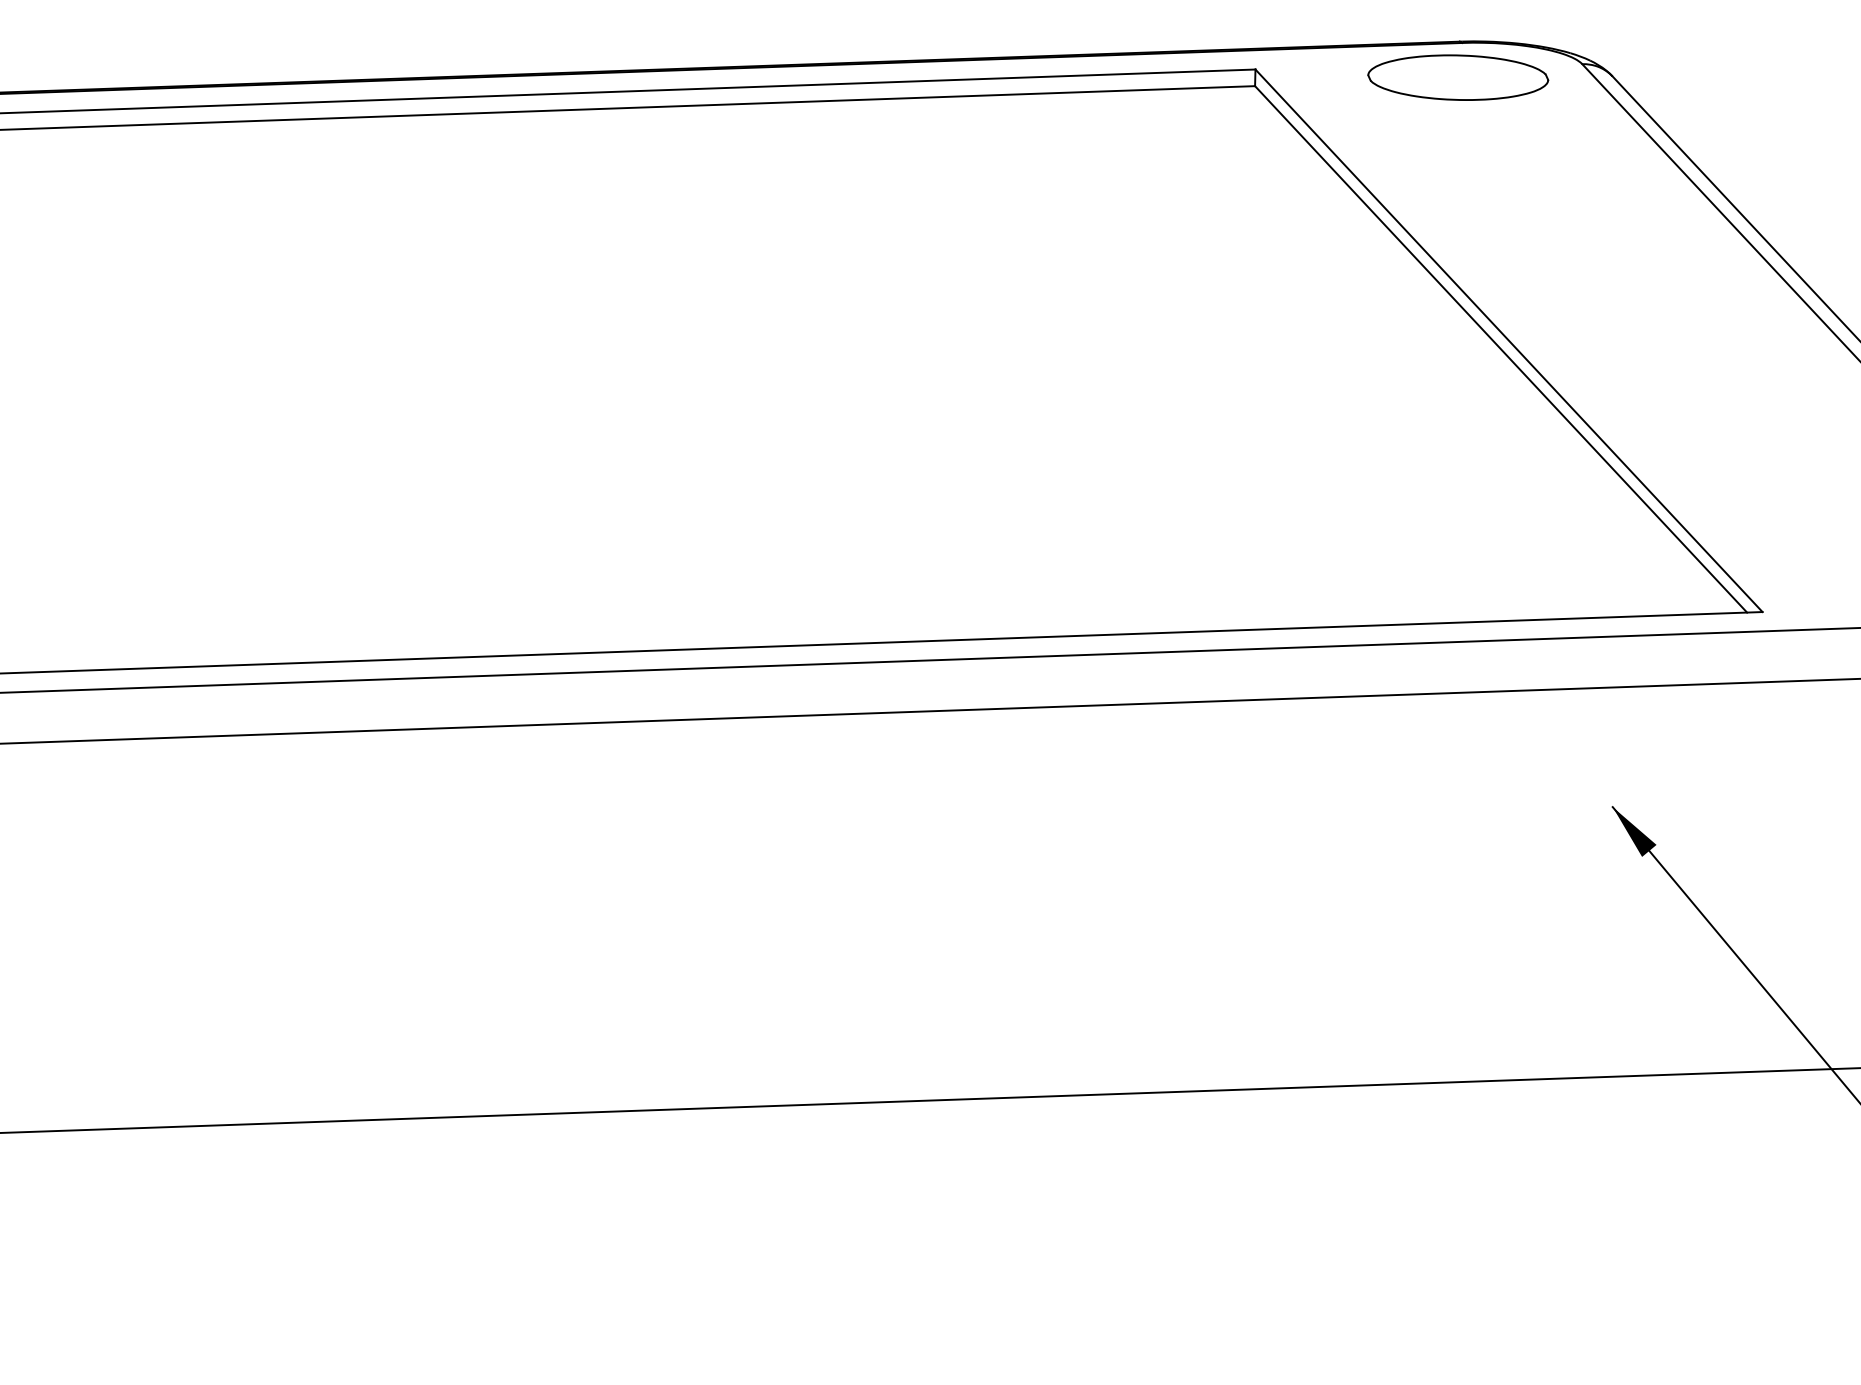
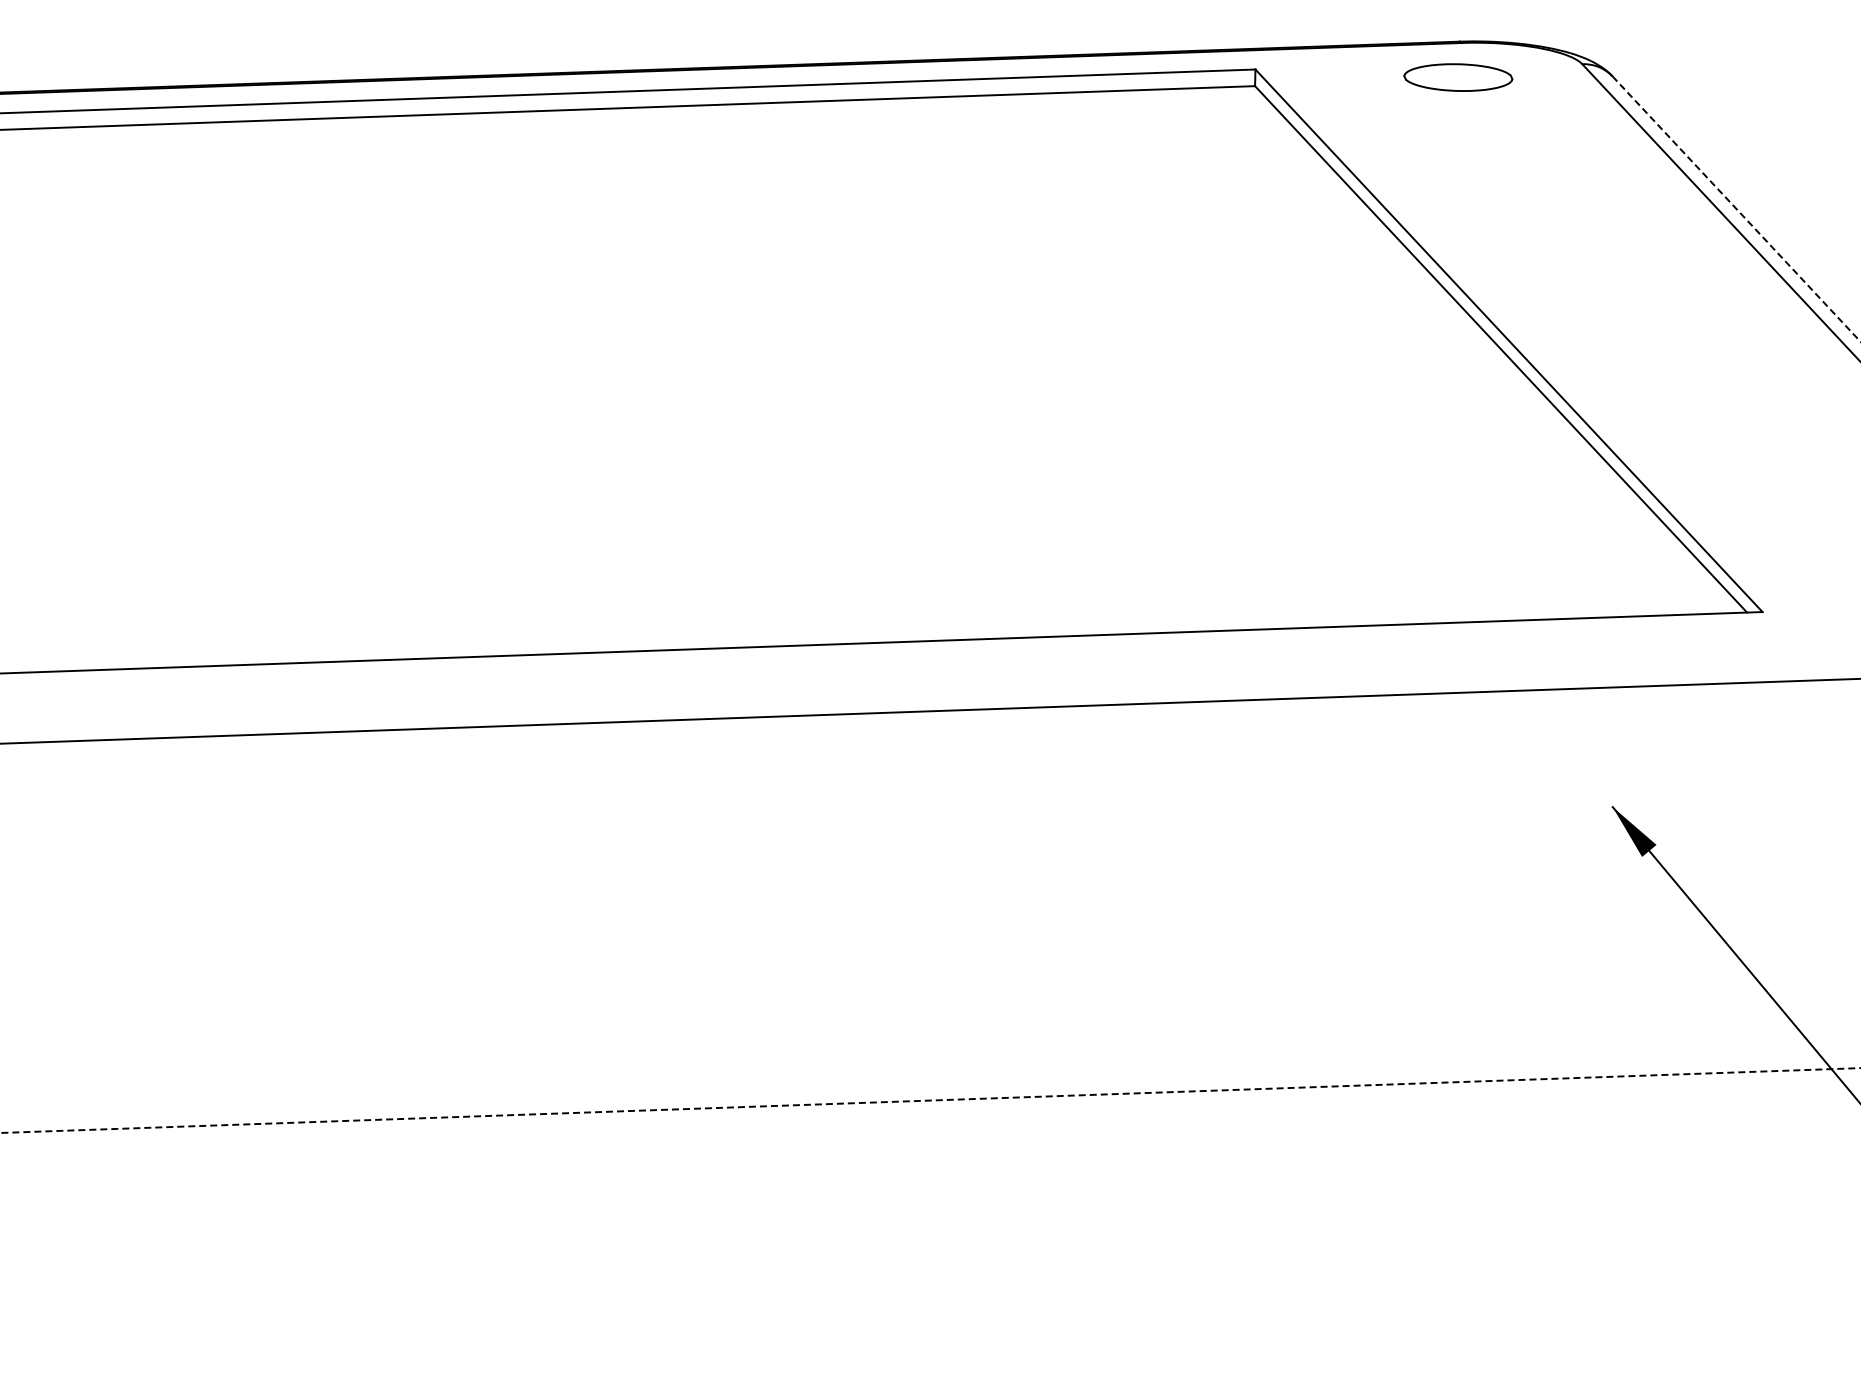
part at (1458, 77) size: 183x47 px -> 111x29 px
line at (1736, 209): solid -> dashed
line at (929, 660): present -> none
line at (930, 1100): solid -> dashed
